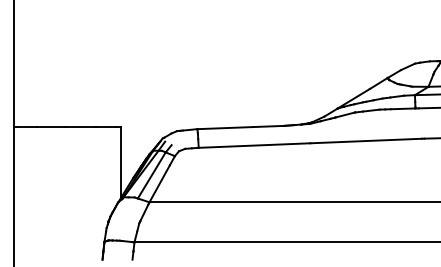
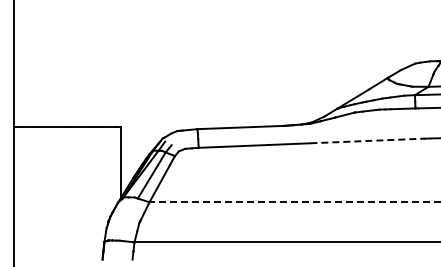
line at (366, 141): solid -> dashed
line at (294, 202): solid -> dashed
